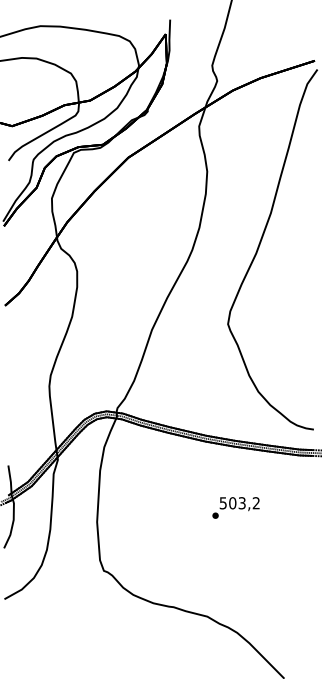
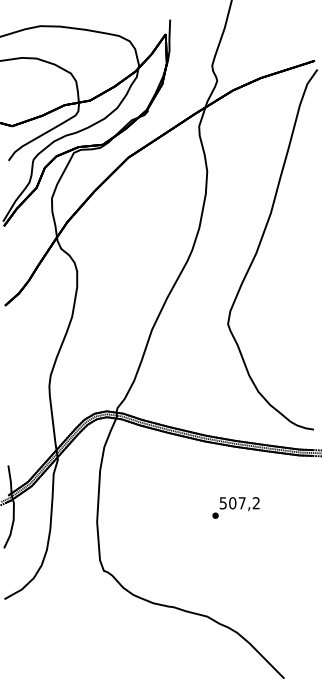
text at (241, 503): 503,2 -> 507,2
